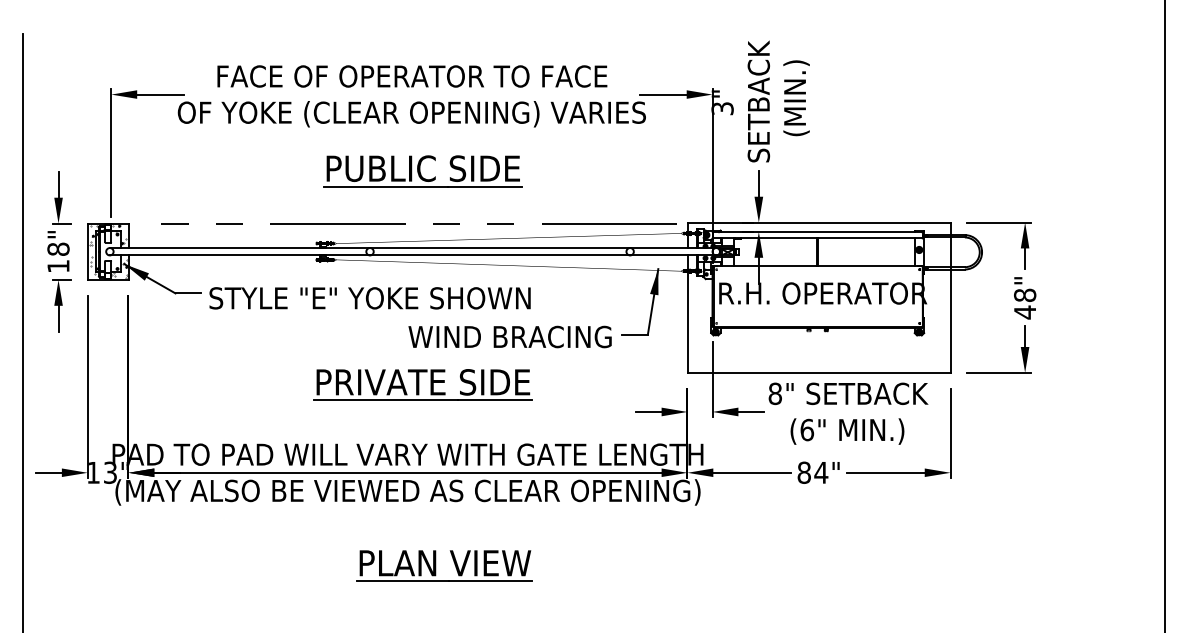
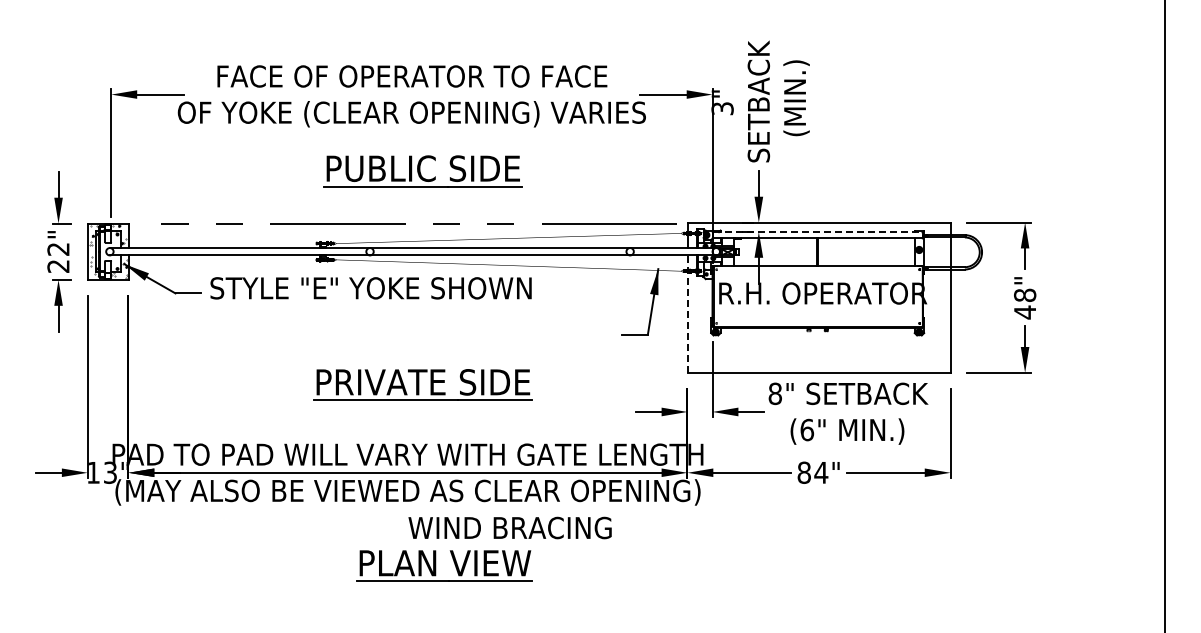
line at (818, 232): solid -> dashed
text at (58, 257): 18" -> 22"
text at (369, 298) position: (369, 298) -> (370, 288)
line at (687, 314): solid -> dashed
line at (23, 331): present -> none
text at (509, 336) position: (509, 336) -> (509, 527)
